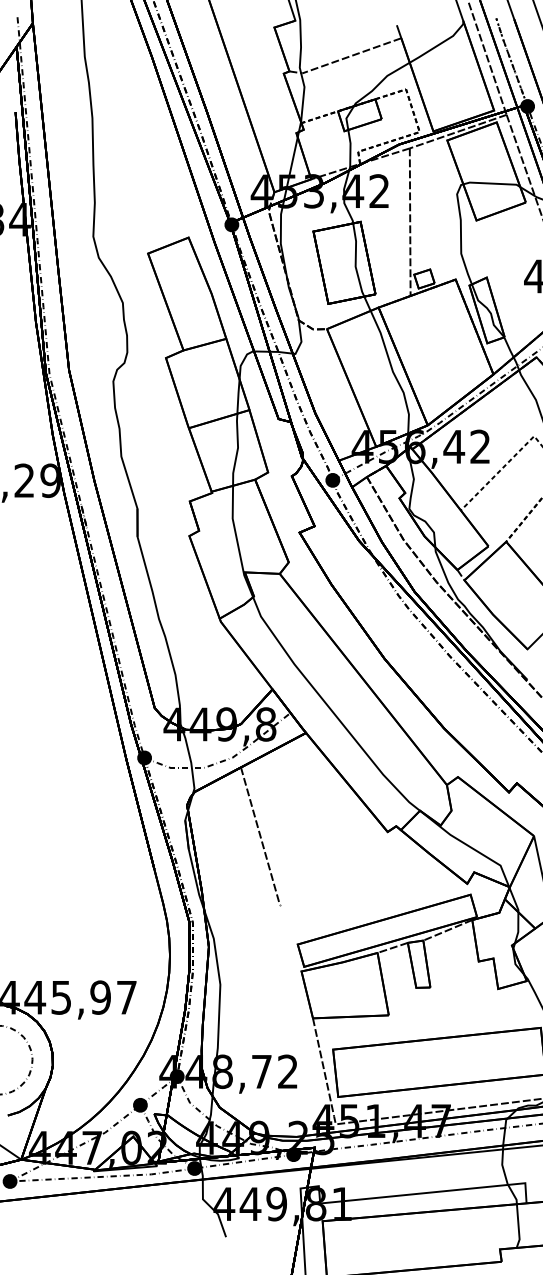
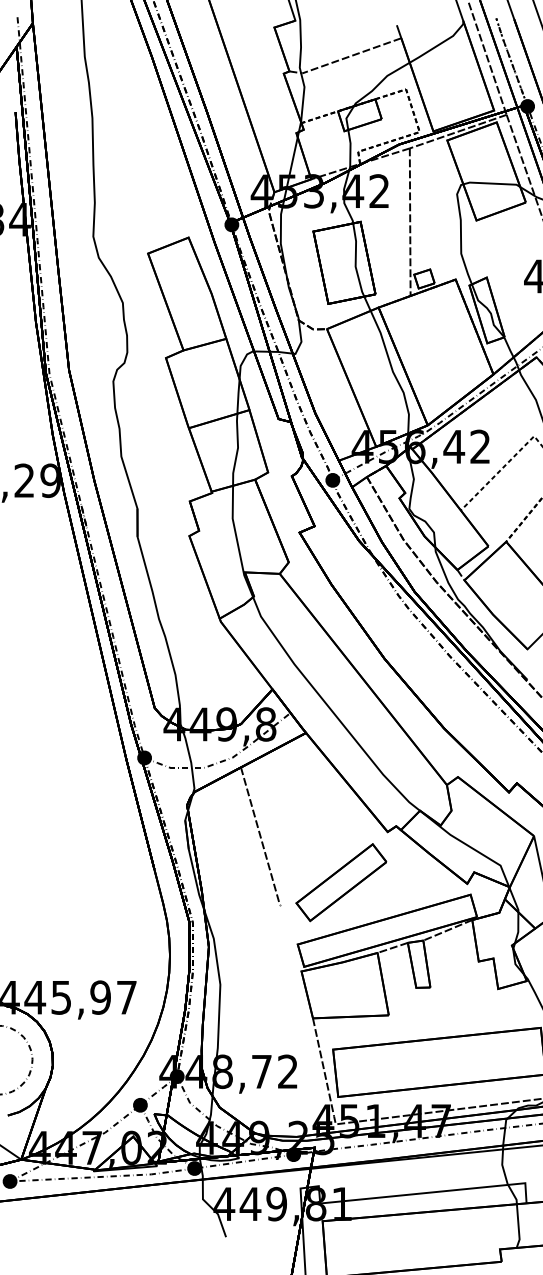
part at (341, 882): none -> present
